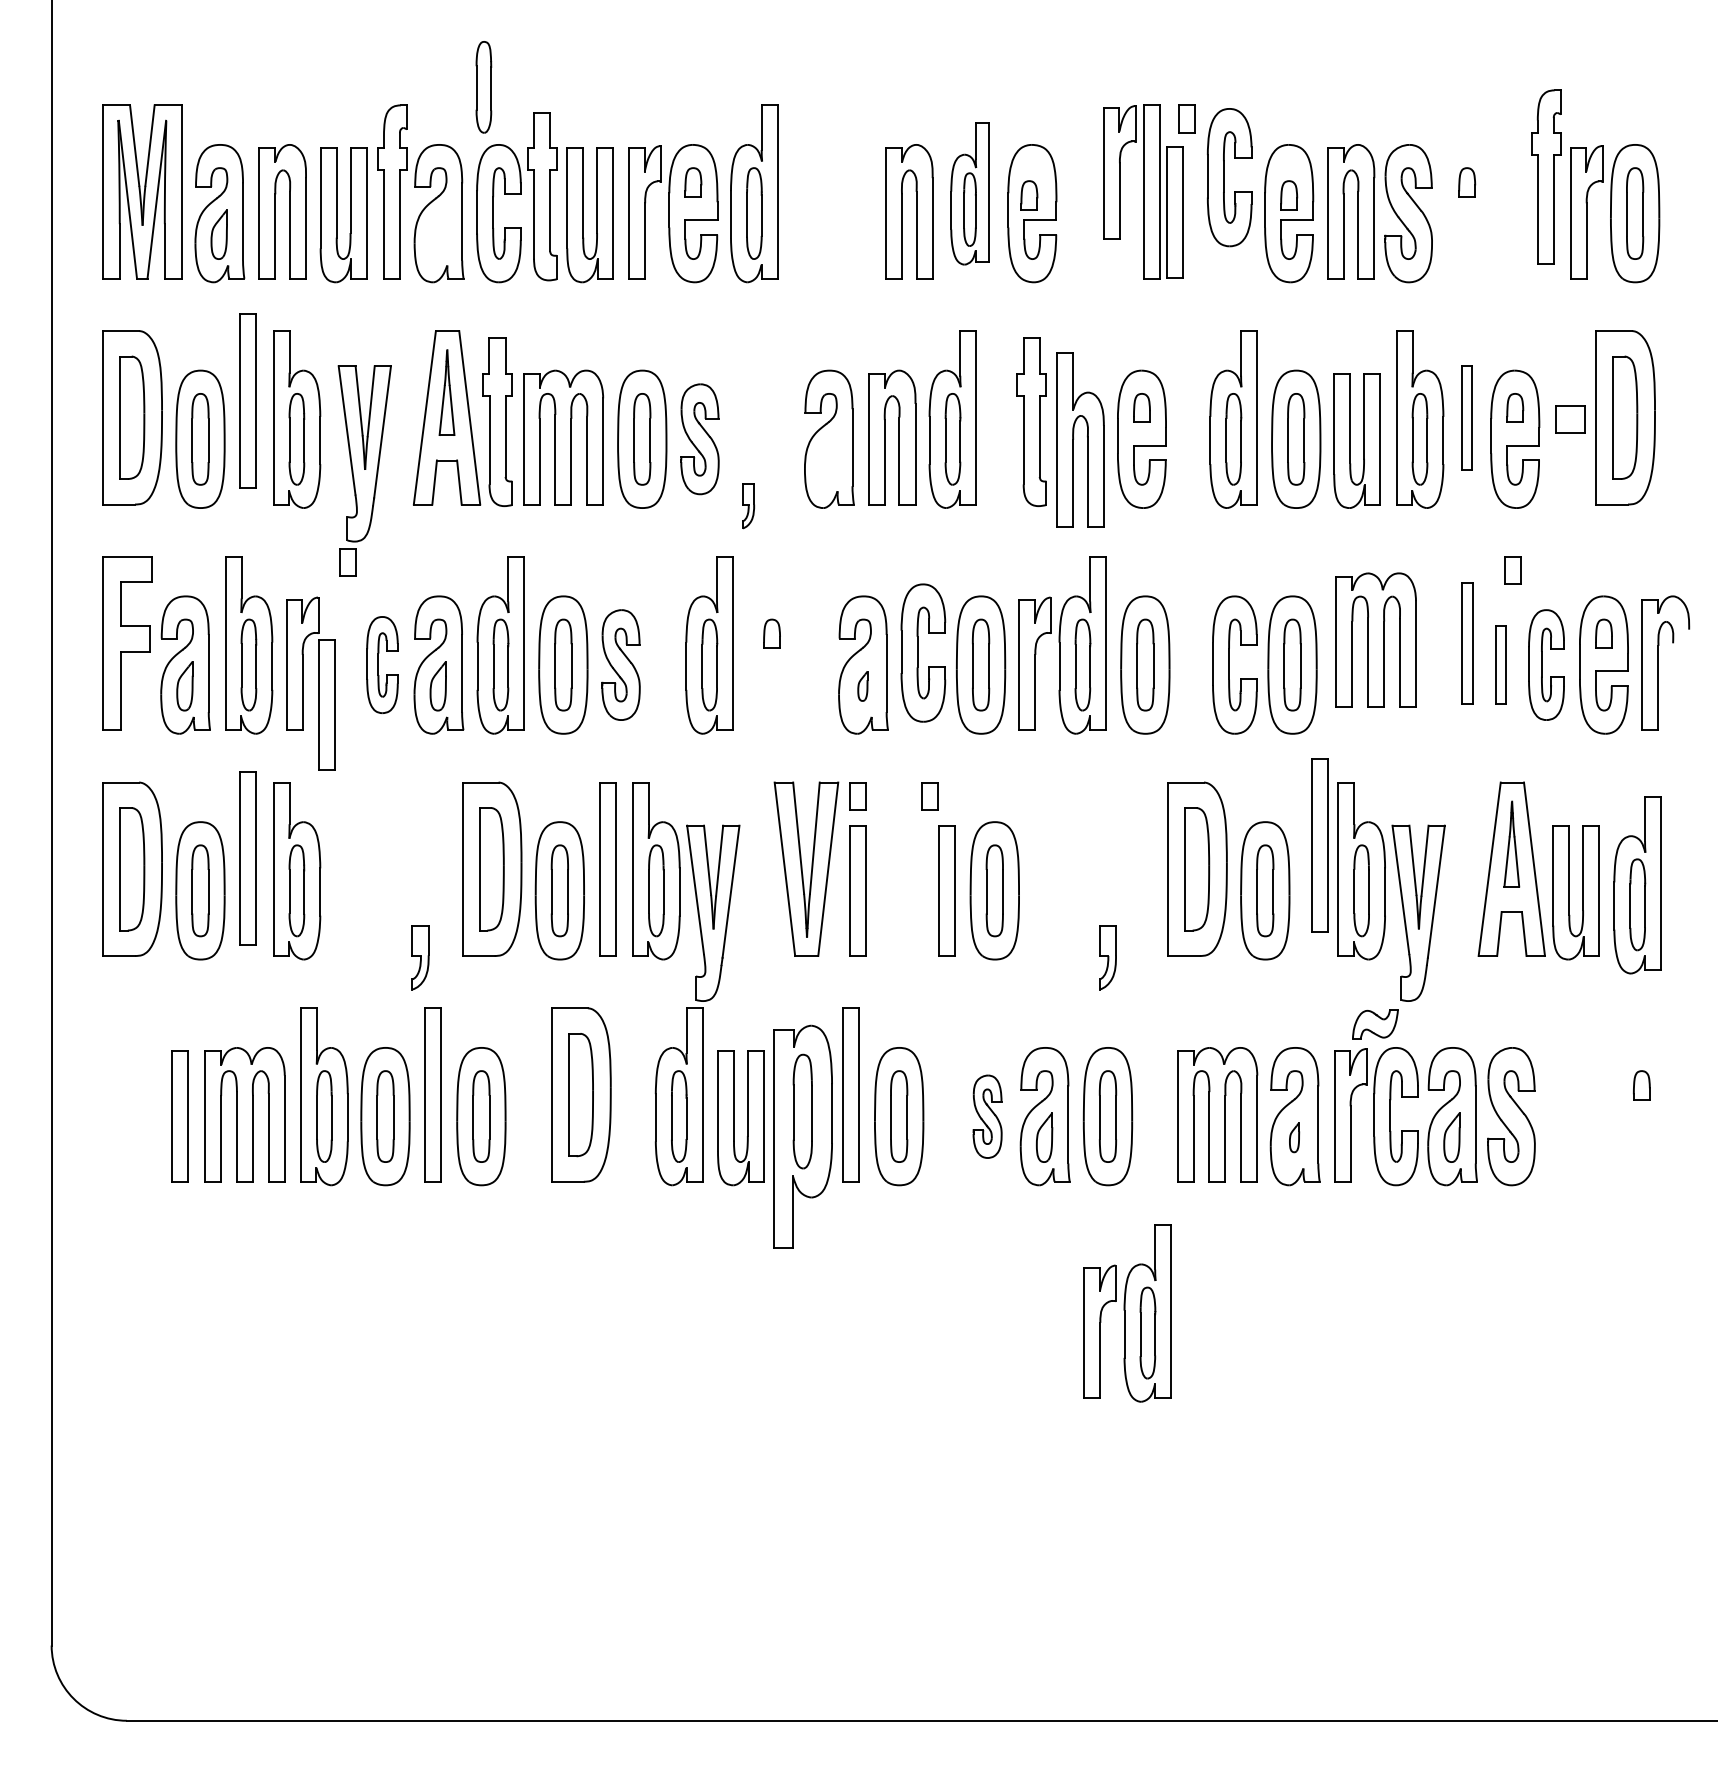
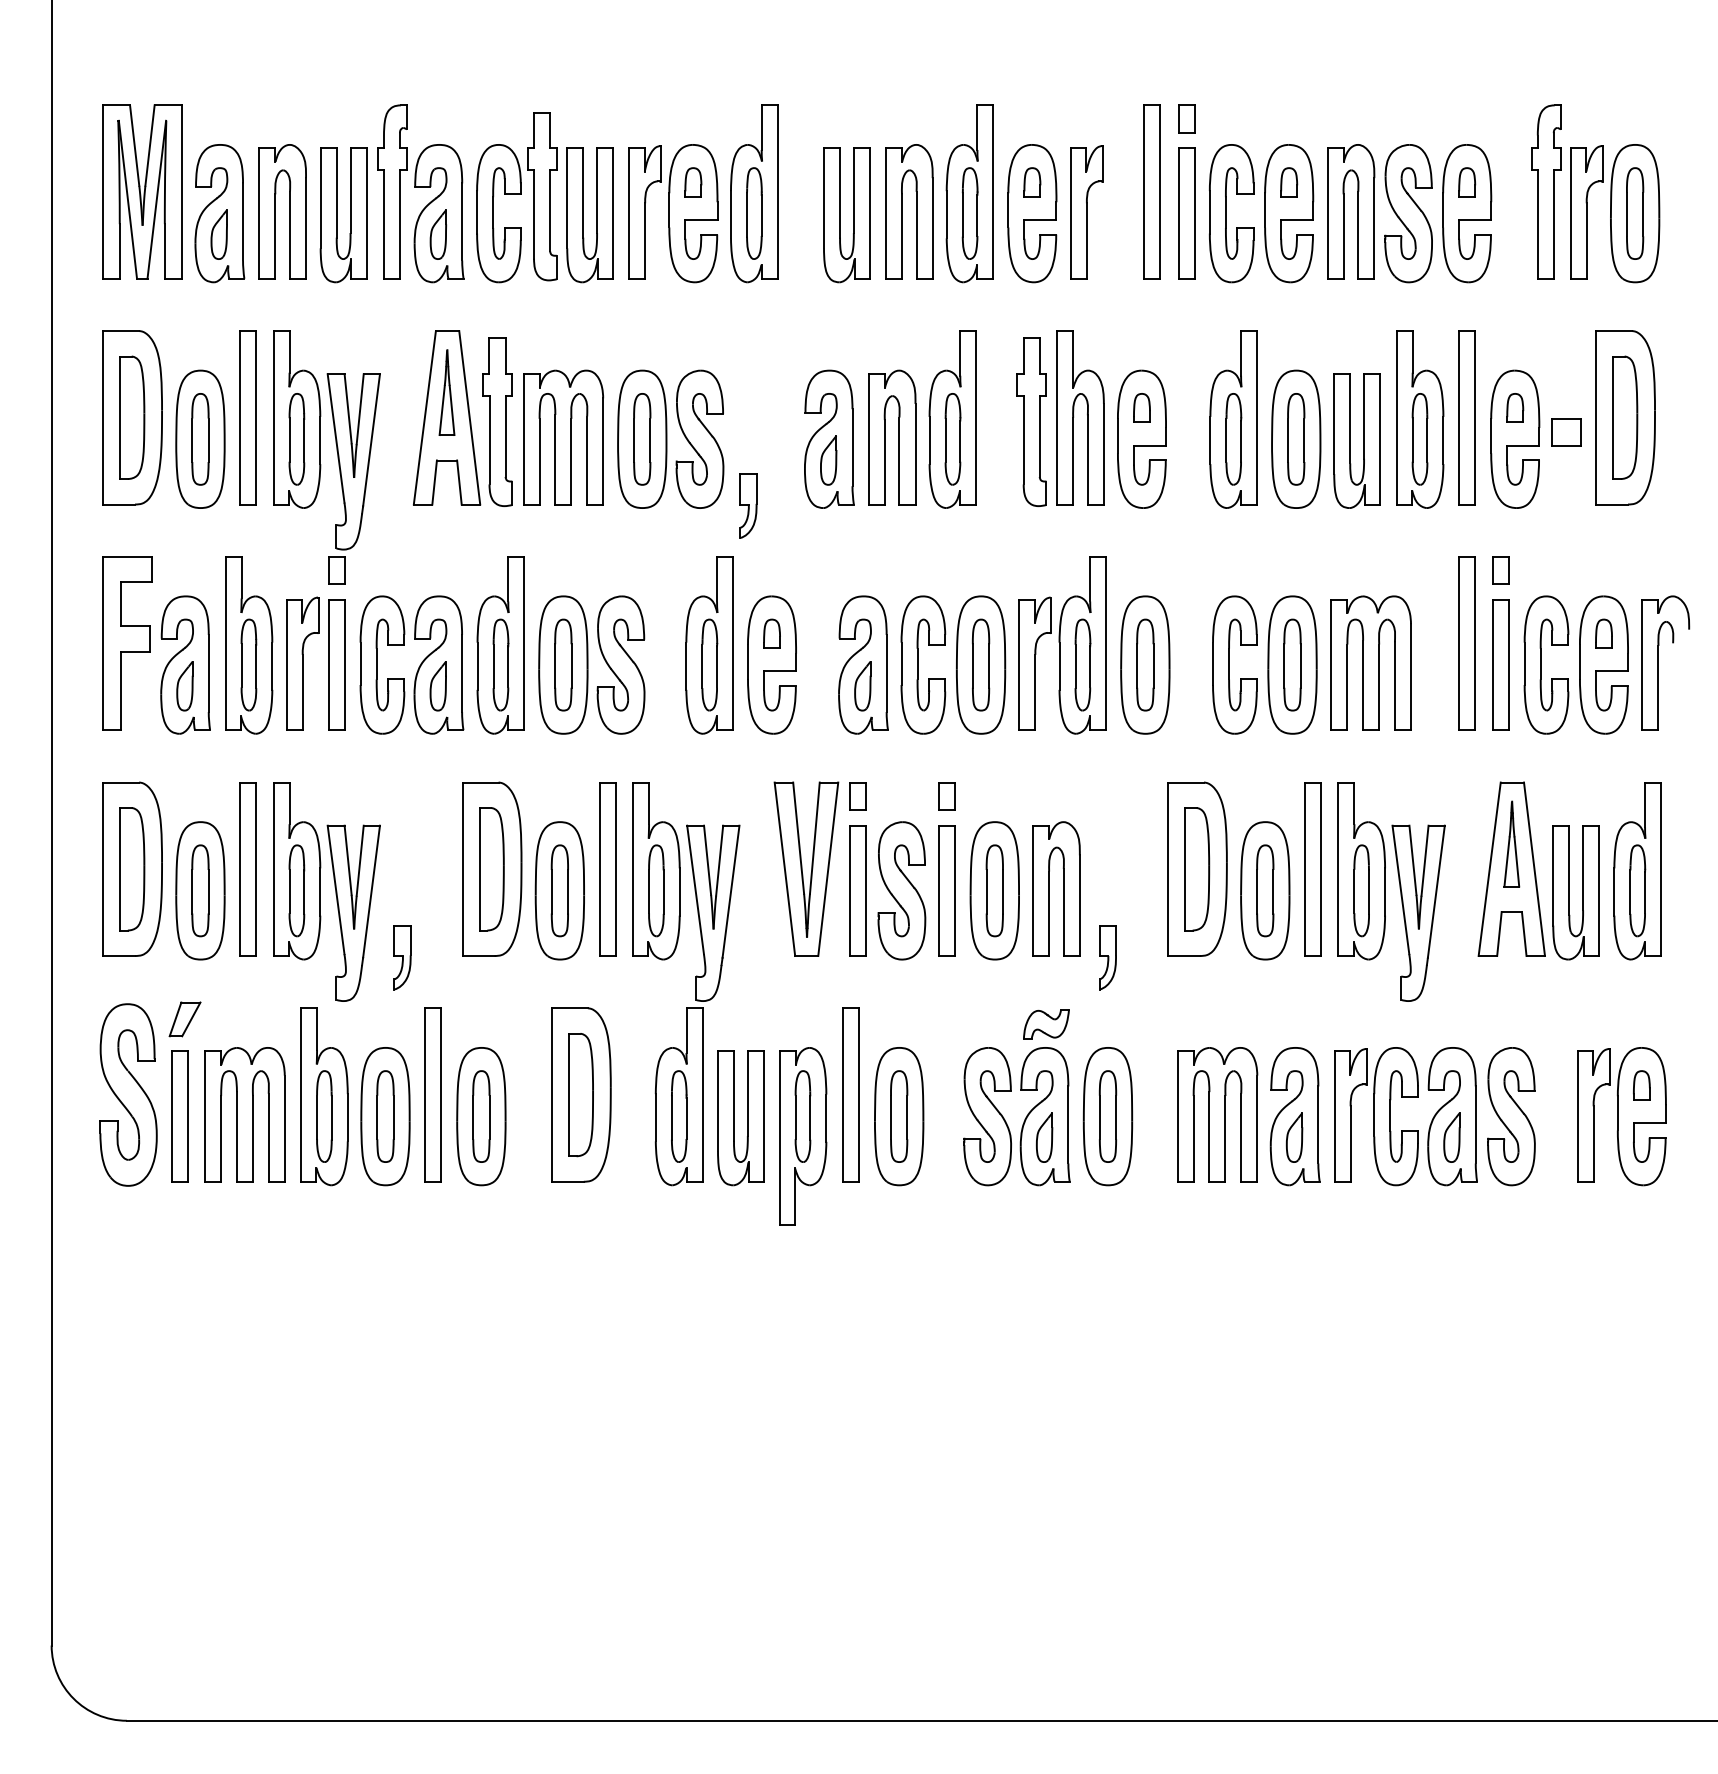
part at (483, 87): present -> none
part at (1119, 172) position: (1119, 172) -> (1086, 212)
part at (1546, 176) position: (1546, 176) -> (1546, 191)
part at (1229, 177) position: (1229, 177) -> (1231, 213)
part at (969, 193) size: 40x144 px -> 49x180 px
part at (1029, 195) position: (1029, 195) -> (1032, 182)
part at (1289, 195) position: (1289, 195) -> (1289, 182)
part at (1174, 212) position: (1174, 212) -> (1186, 213)
part at (1467, 213): none -> present
part at (846, 215): none -> present
part at (437, 234): none -> present
part at (247, 400) position: (247, 400) -> (247, 417)
part at (1466, 417) size: 12x106 px -> 18x176 px
part at (1570, 419) position: (1570, 419) -> (1566, 432)
part at (699, 439) size: 40x113 px -> 50x140 px
part at (1080, 439) position: (1080, 439) -> (1080, 417)
part at (828, 460): none -> present
part at (364, 470) position: (364, 470) -> (353, 478)
part at (748, 506) size: 13x47 px -> 19x66 px
part at (1512, 570) position: (1512, 570) -> (1500, 570)
part at (1375, 639) position: (1375, 639) -> (1370, 662)
part at (1467, 643) size: 13x123 px -> 18x175 px
part at (923, 652) position: (923, 652) -> (923, 664)
part at (382, 664) size: 33x98 px -> 47x140 px
part at (620, 664) size: 40x112 px -> 50x140 px
part at (771, 664): none -> present
part at (1500, 664) size: 12x80 px -> 18x132 px
part at (1546, 664) size: 37x112 px -> 47x140 px
part at (862, 686) size: 12x31 px -> 18x51 px
part at (326, 704) position: (326, 704) -> (336, 664)
part at (929, 796) position: (929, 796) -> (946, 796)
part at (1319, 845) position: (1319, 845) -> (1312, 869)
part at (247, 858) position: (247, 858) -> (247, 869)
part at (1637, 885) position: (1637, 885) -> (1637, 871)
part at (1049, 888): none -> present
part at (901, 890): none -> present
part at (353, 912): none -> present
part at (420, 957) position: (420, 957) -> (402, 957)
part at (184, 1019): none -> present
part at (1375, 1024) position: (1375, 1024) -> (1046, 1024)
part at (128, 1094): none -> present
part at (987, 1116) size: 31x85 px -> 49x140 px
part at (1621, 1116): none -> present
part at (802, 1136) size: 60x225 px -> 49x179 px
part at (1294, 1137) size: 12x32 px -> 19x51 px
part at (1127, 1313): present -> none
